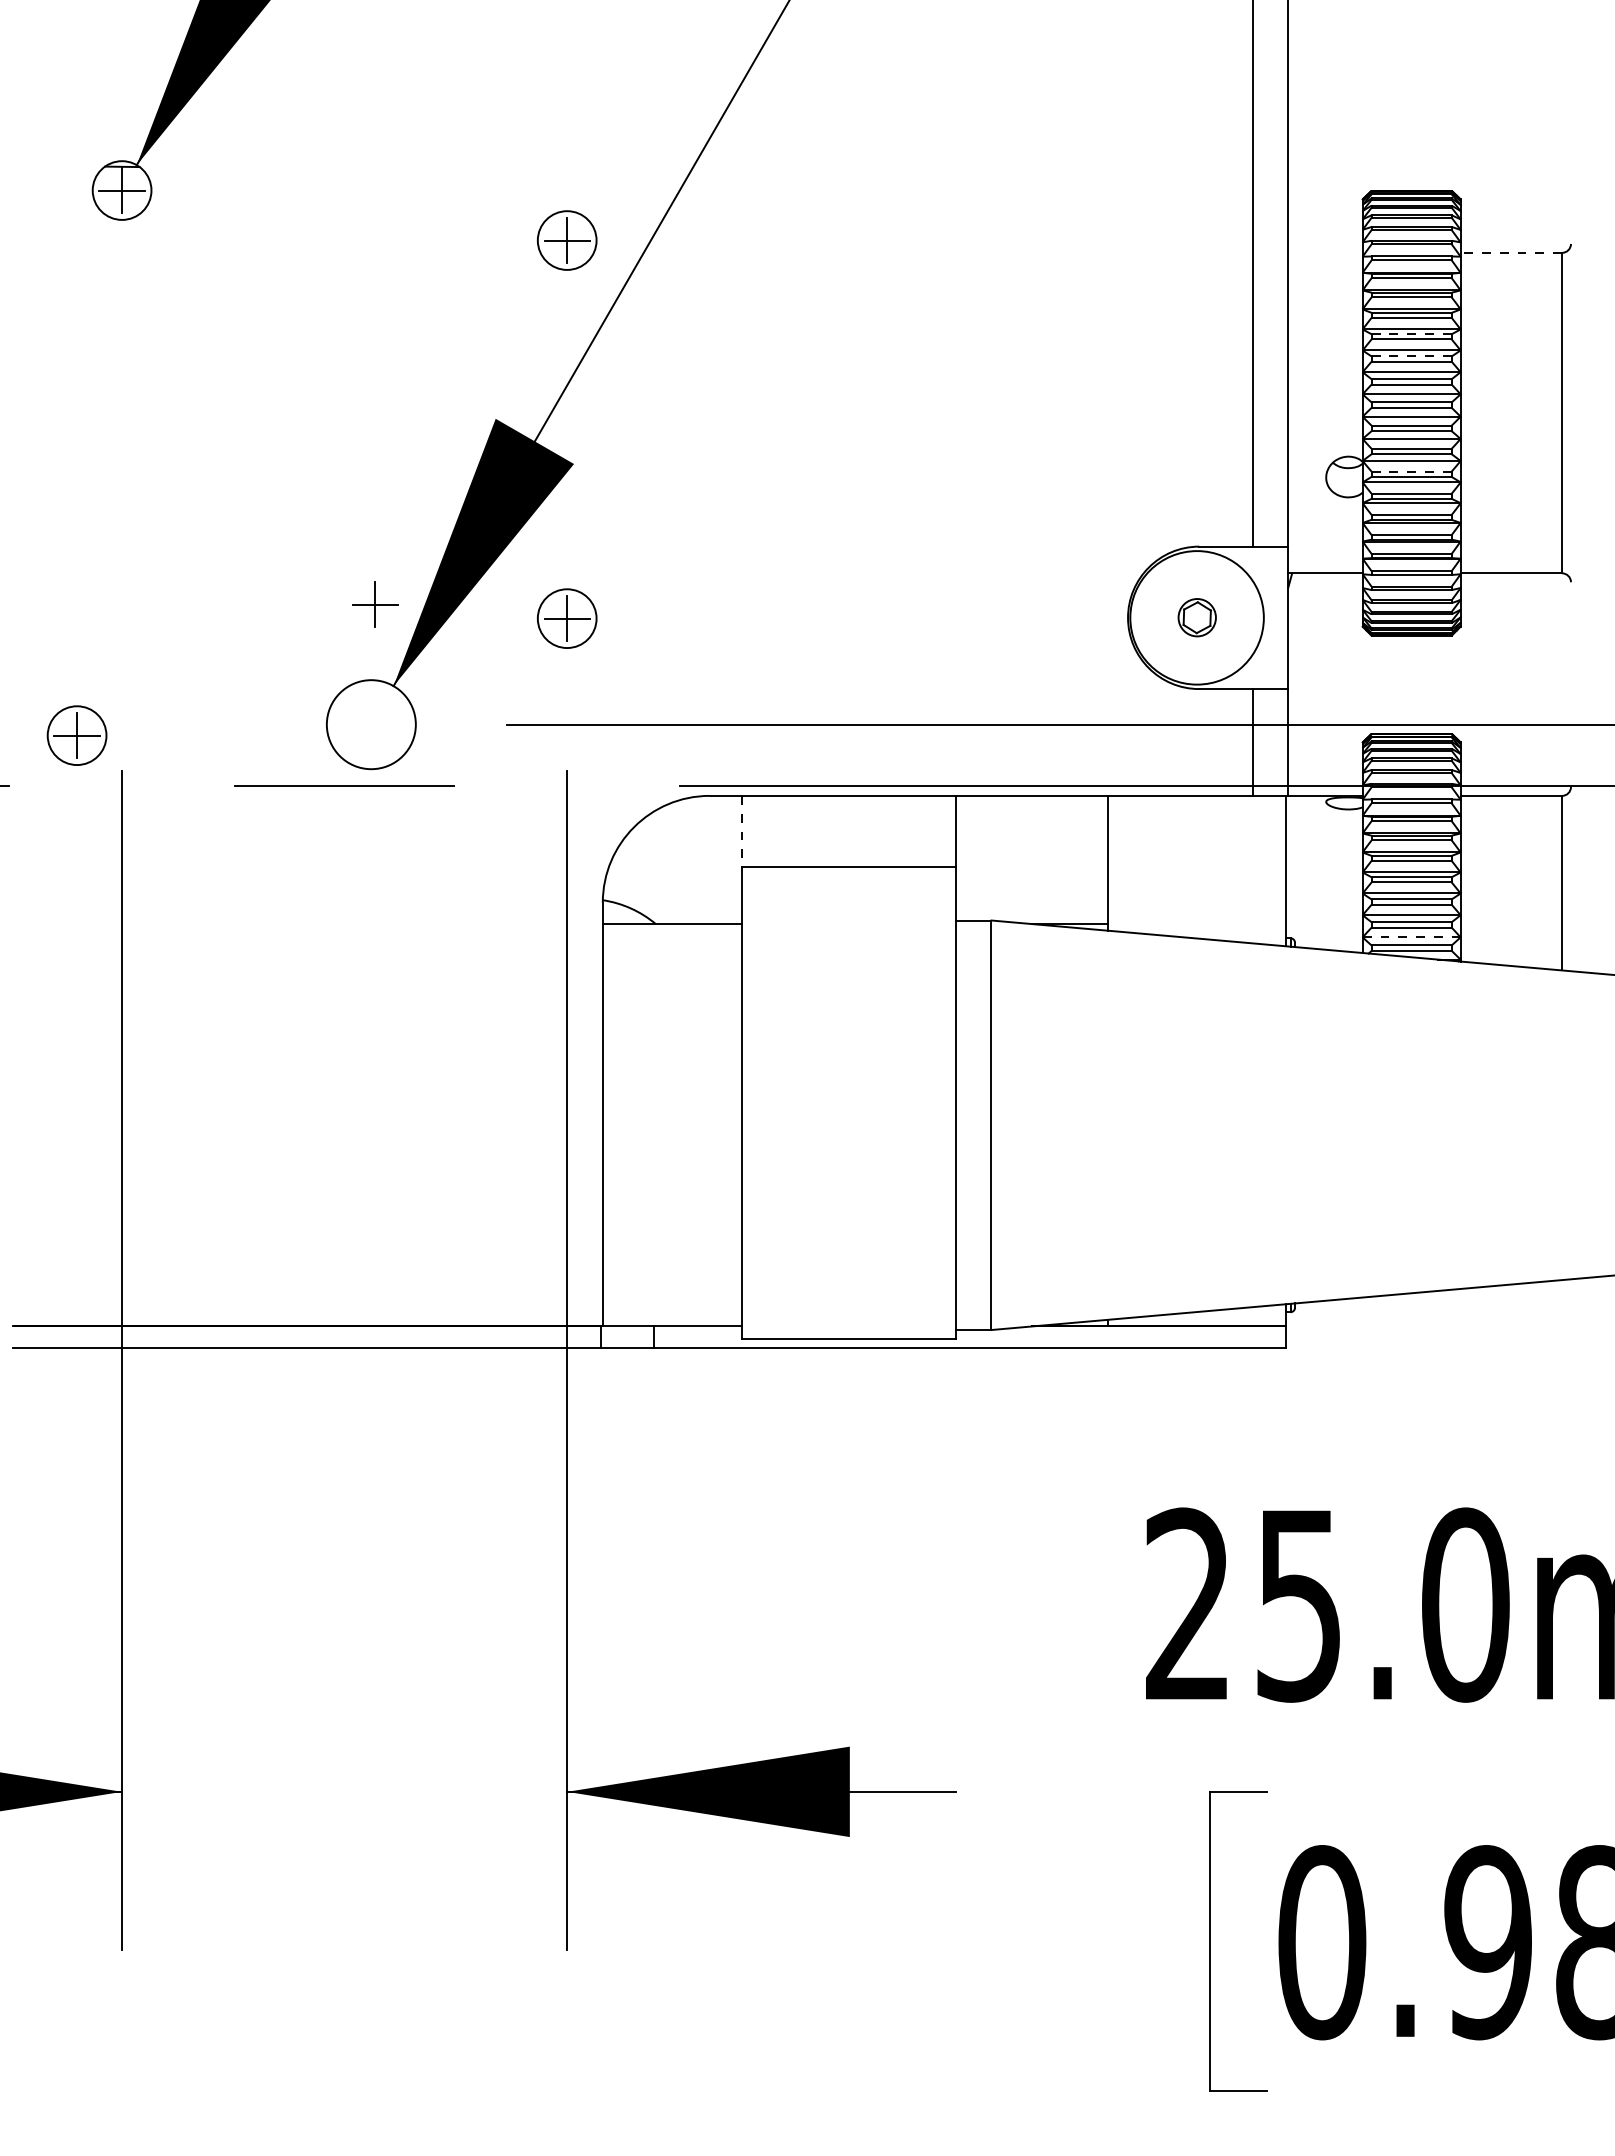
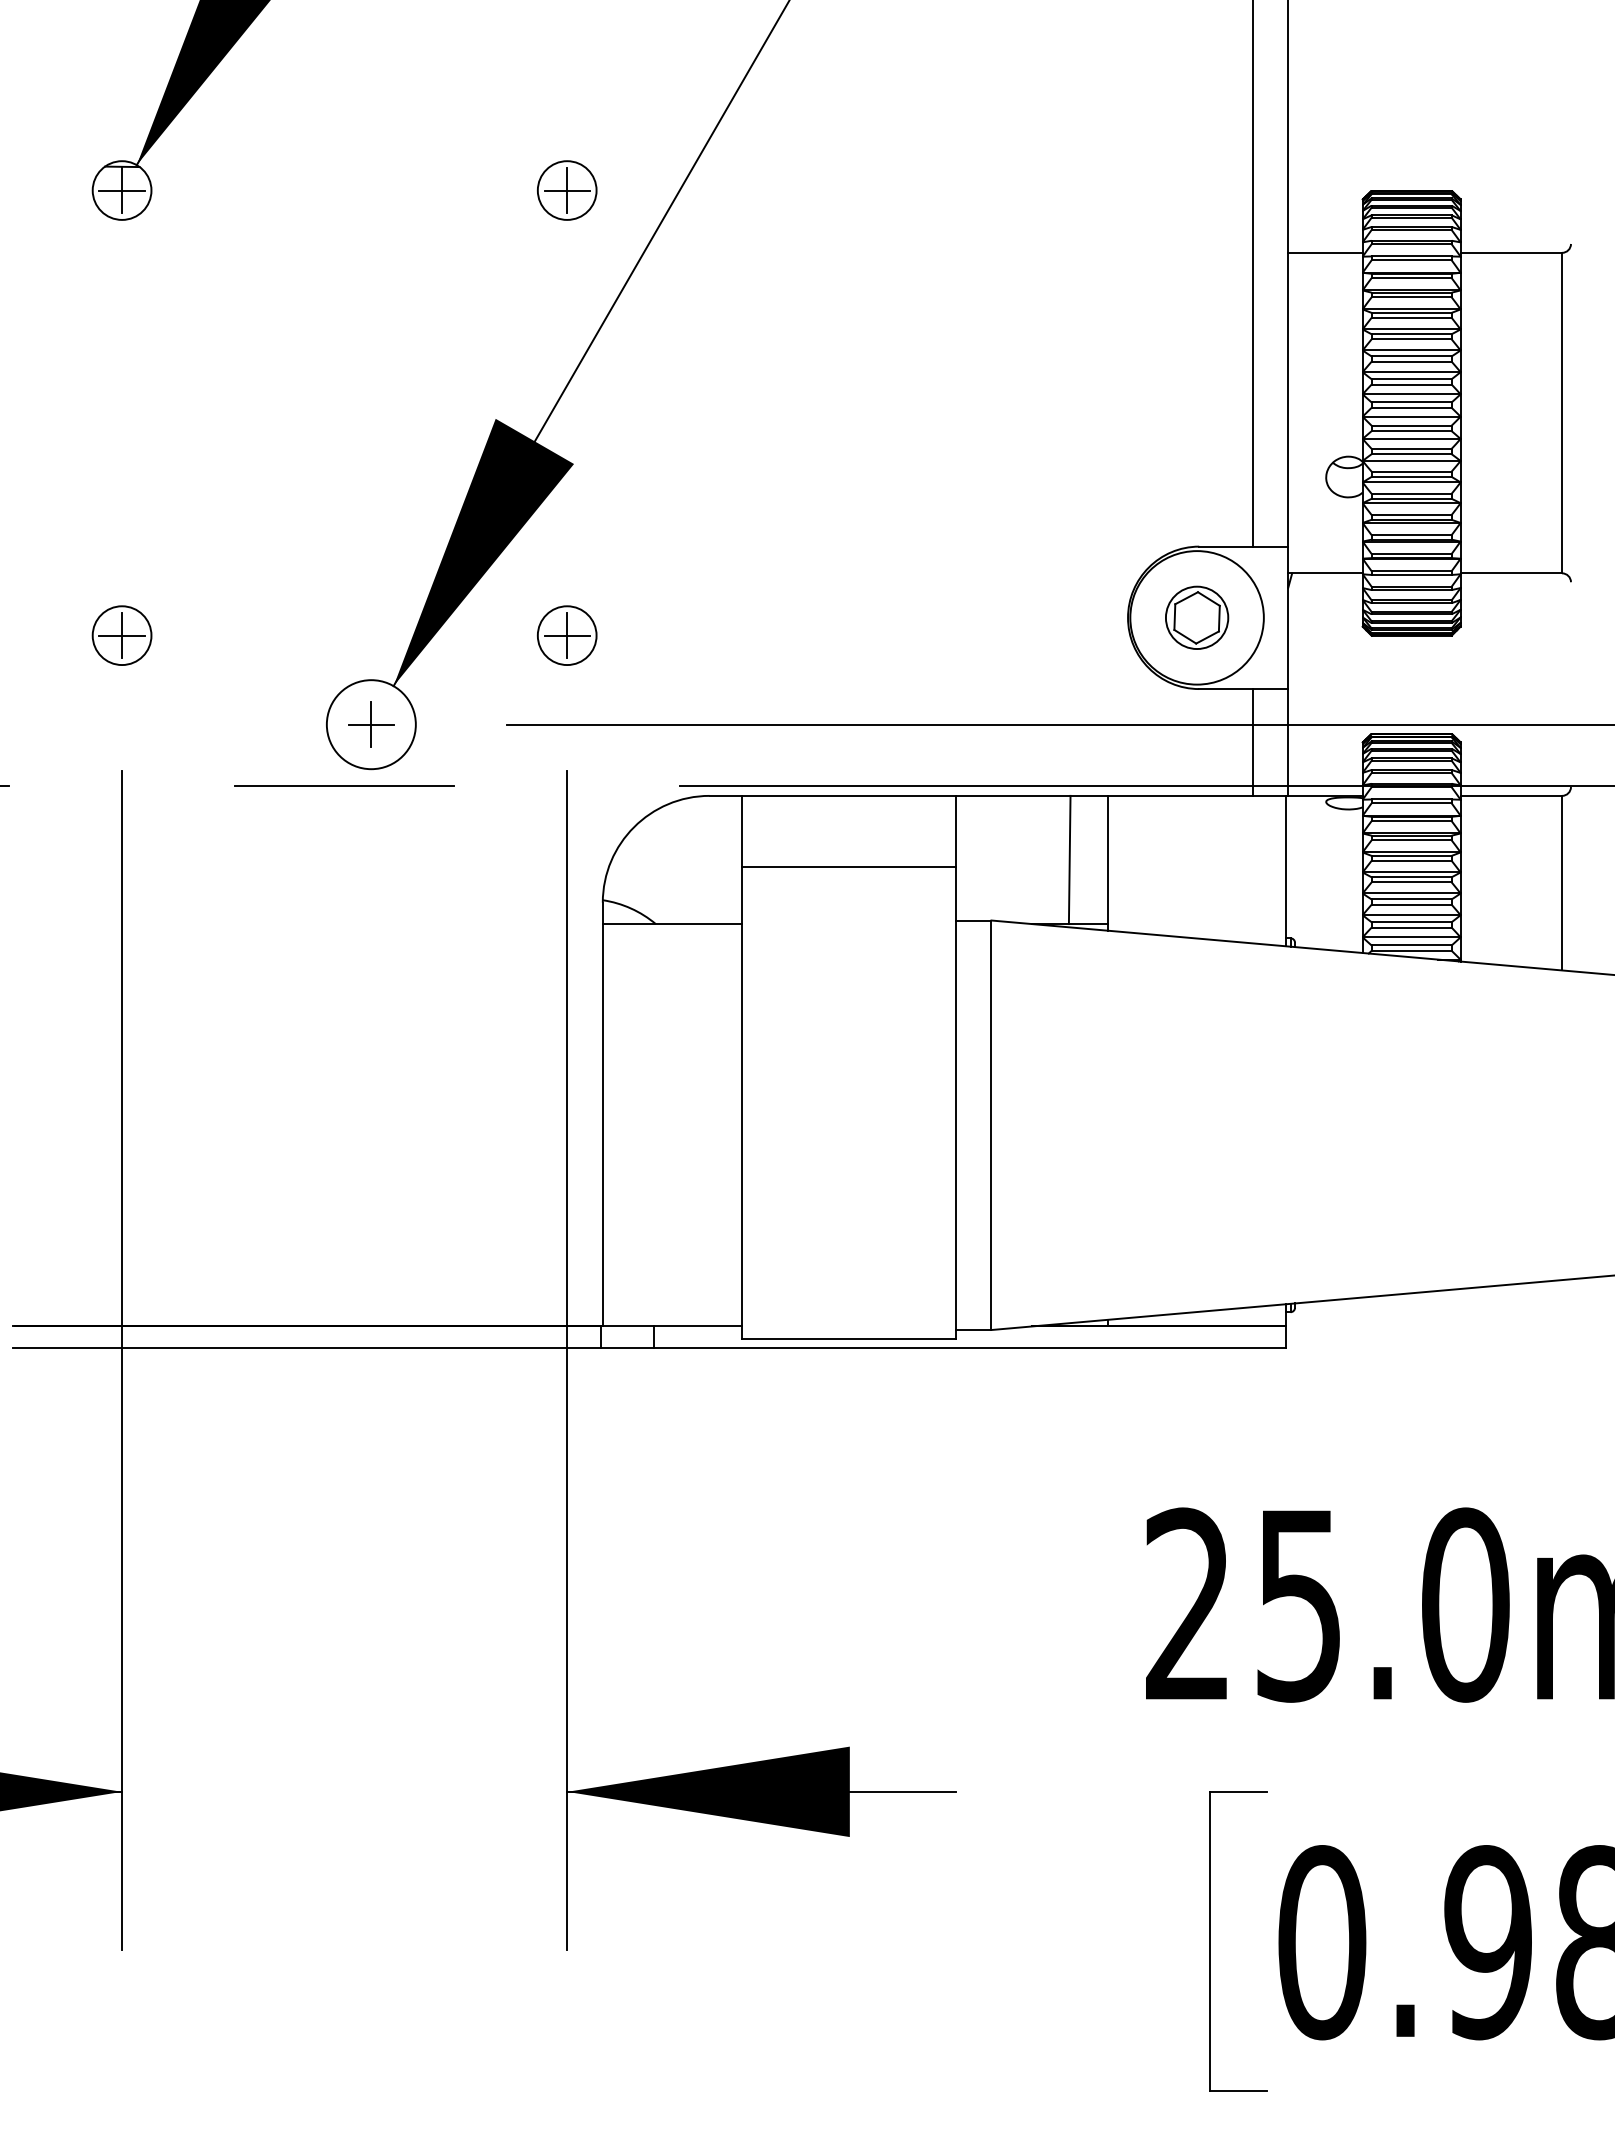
part at (566, 240) position: (566, 240) -> (566, 190)
line at (1325, 252): none -> present
line at (1511, 252): dashed -> solid
line at (1411, 334): dashed -> solid
line at (1411, 356): dashed -> solid
line at (1411, 471): dashed -> solid
part at (375, 604) position: (375, 604) -> (371, 724)
part at (1196, 617) size: 40x40 px -> 65x65 px
part at (566, 618) position: (566, 618) -> (566, 635)
part at (76, 735) position: (76, 735) -> (121, 635)
line at (742, 831): dashed -> solid
line at (1069, 859): none -> present
line at (1411, 937): dashed -> solid
